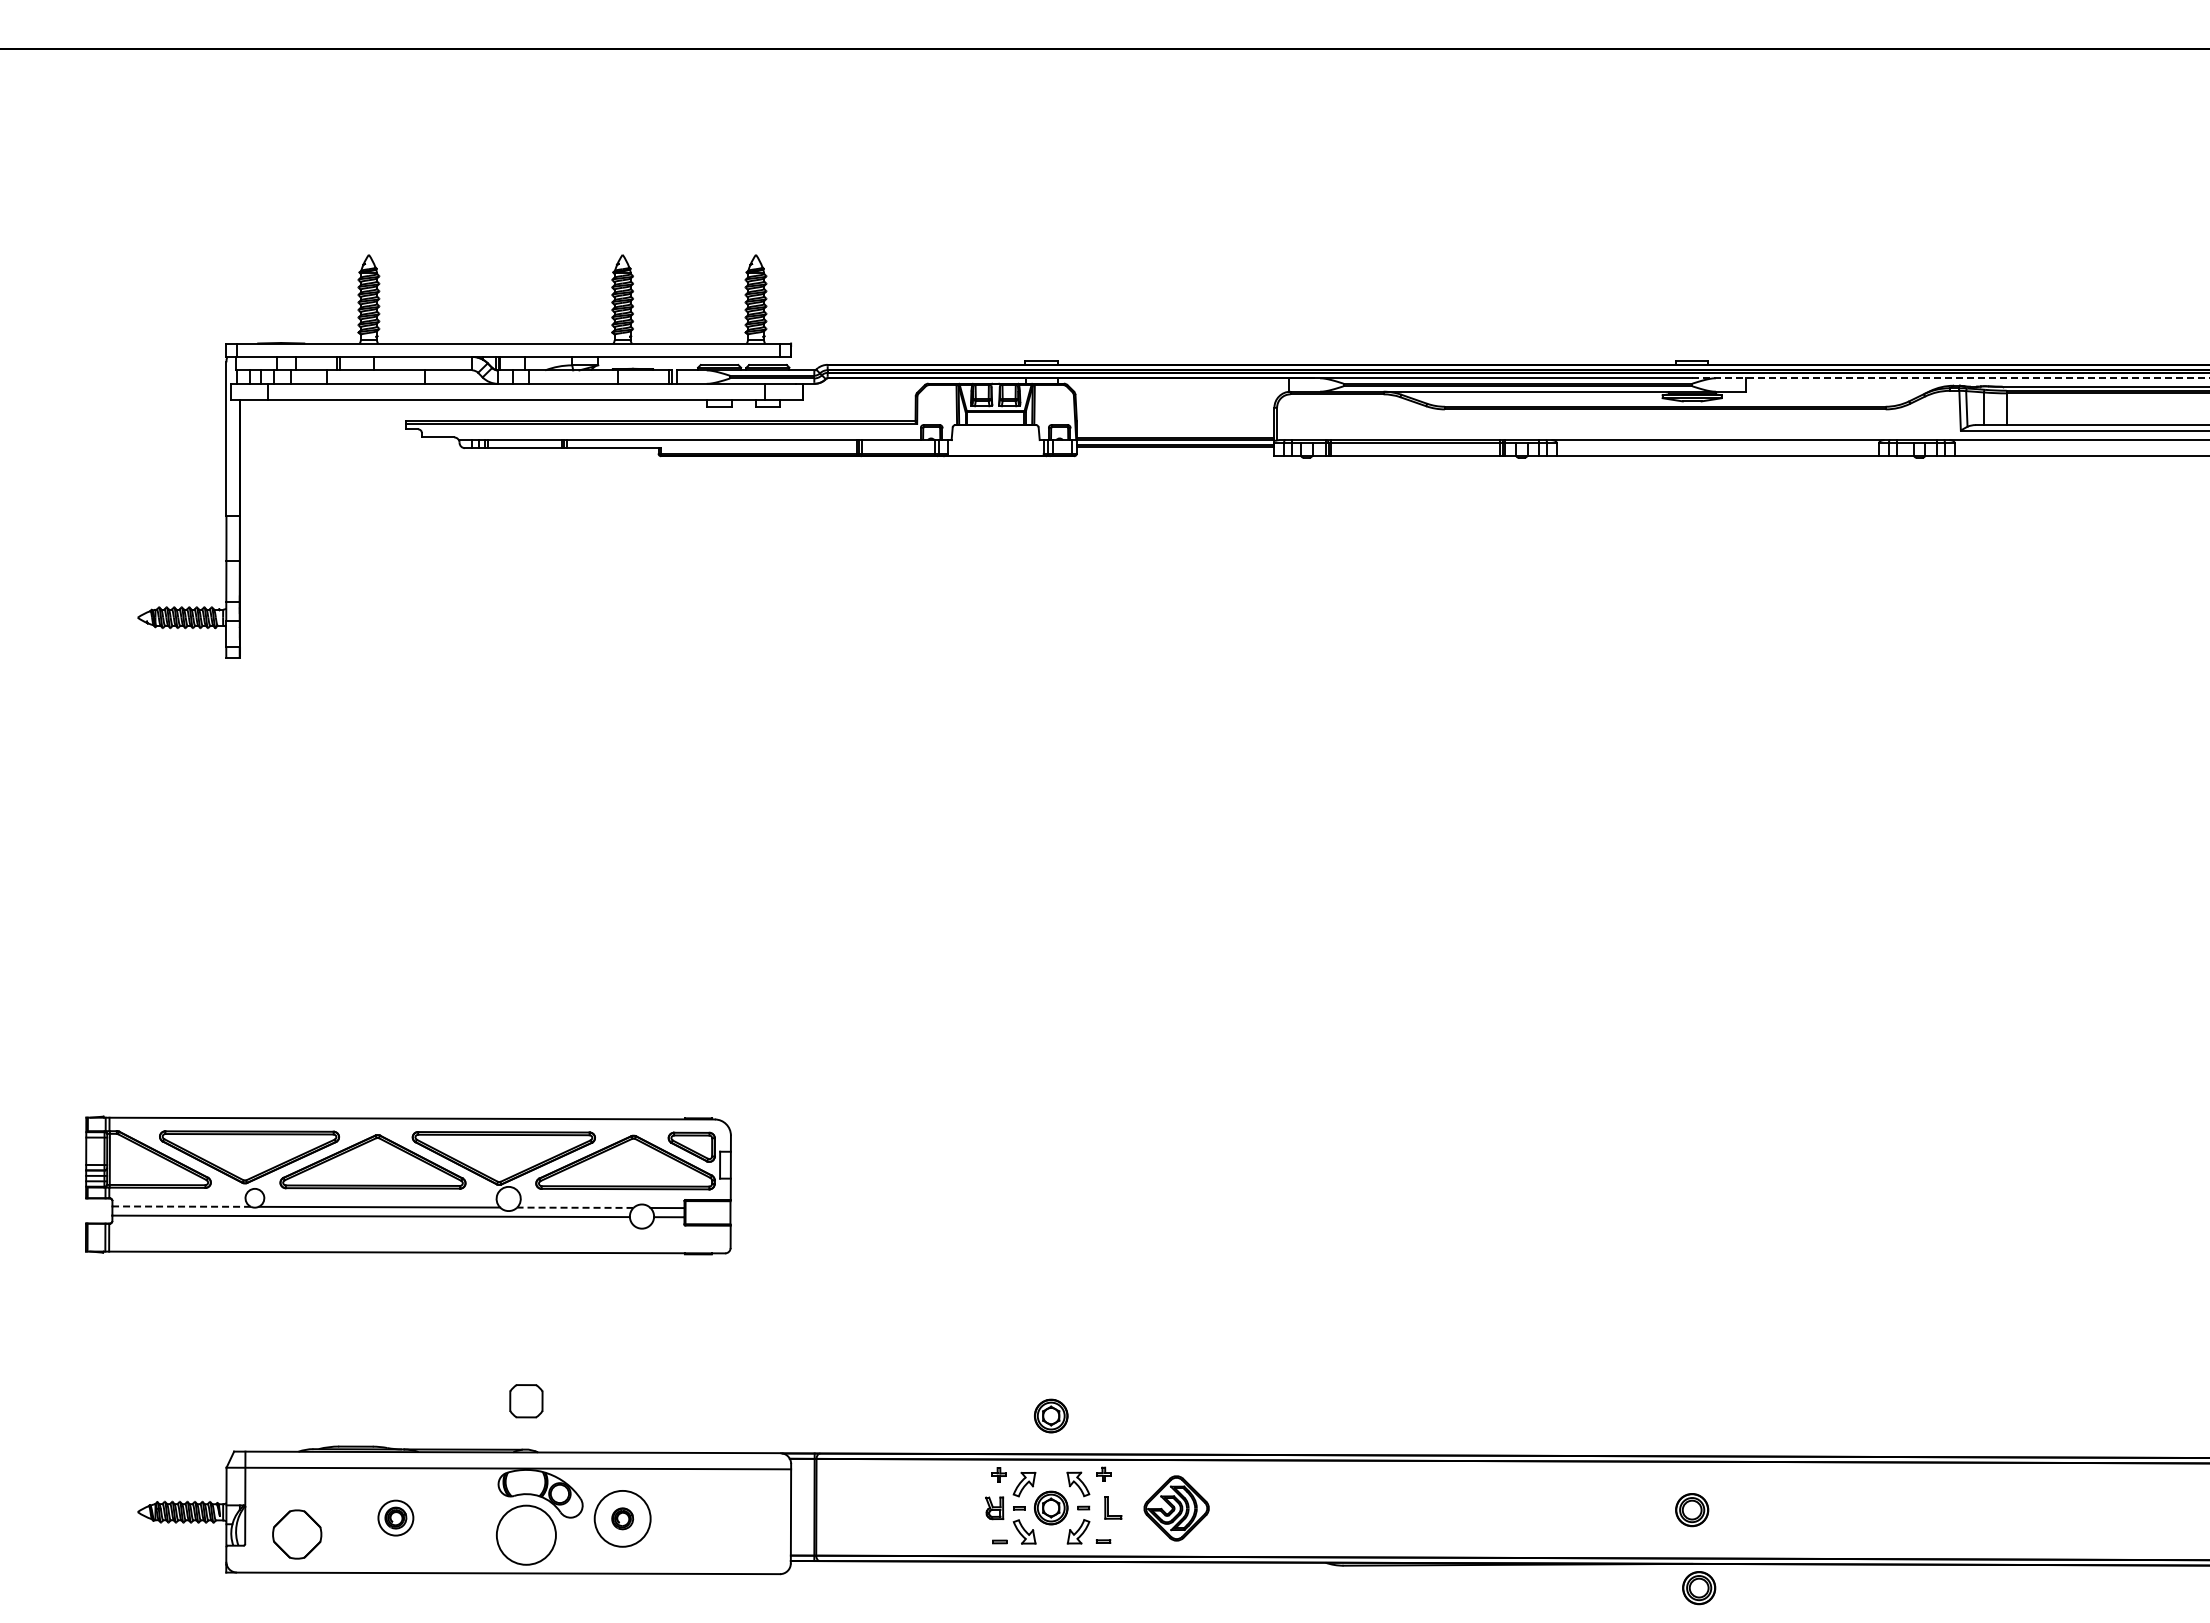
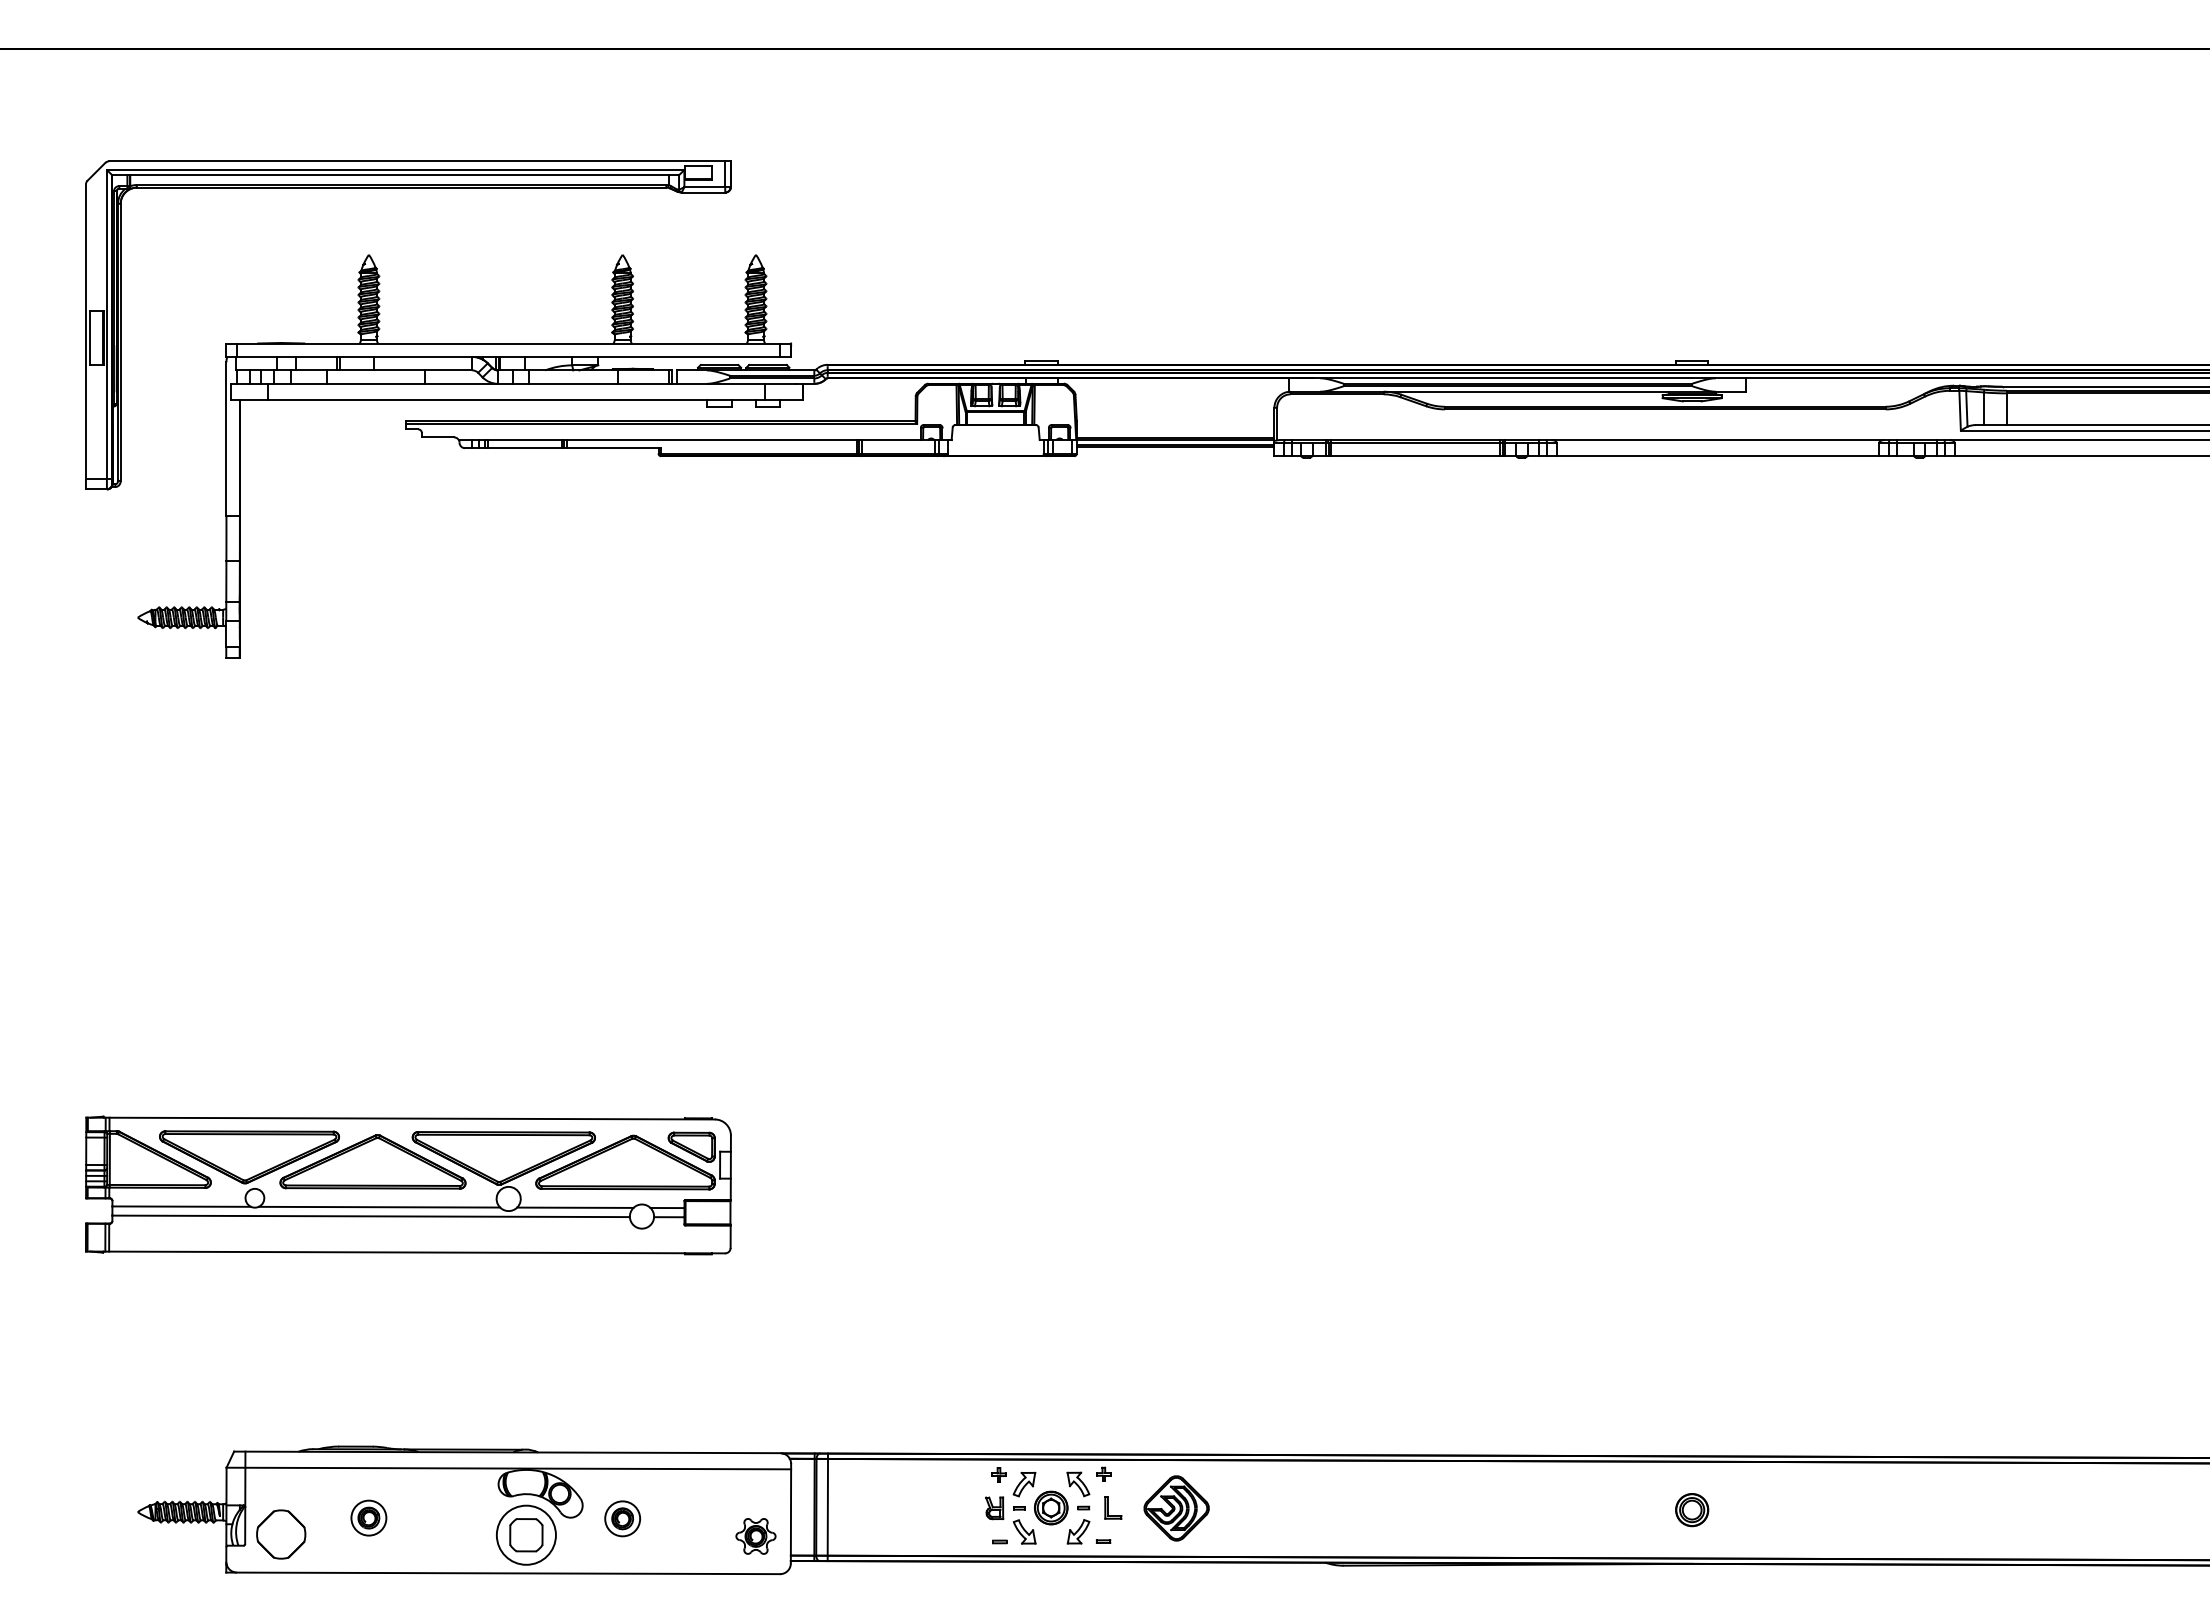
part at (408, 188): none -> present
line at (1950, 378): dashed -> solid
line at (181, 1206): dashed -> solid
line at (574, 1207): dashed -> solid
part at (526, 1401) position: (526, 1401) -> (526, 1535)
part at (1051, 1415): present -> none
line at (827, 1507): none -> present
part at (395, 1517) position: (395, 1517) -> (368, 1517)
circle at (622, 1518) diameter: 56 px -> 35 px
part at (297, 1534) position: (297, 1534) -> (281, 1534)
part at (755, 1536): none -> present
part at (1699, 1588): present -> none
